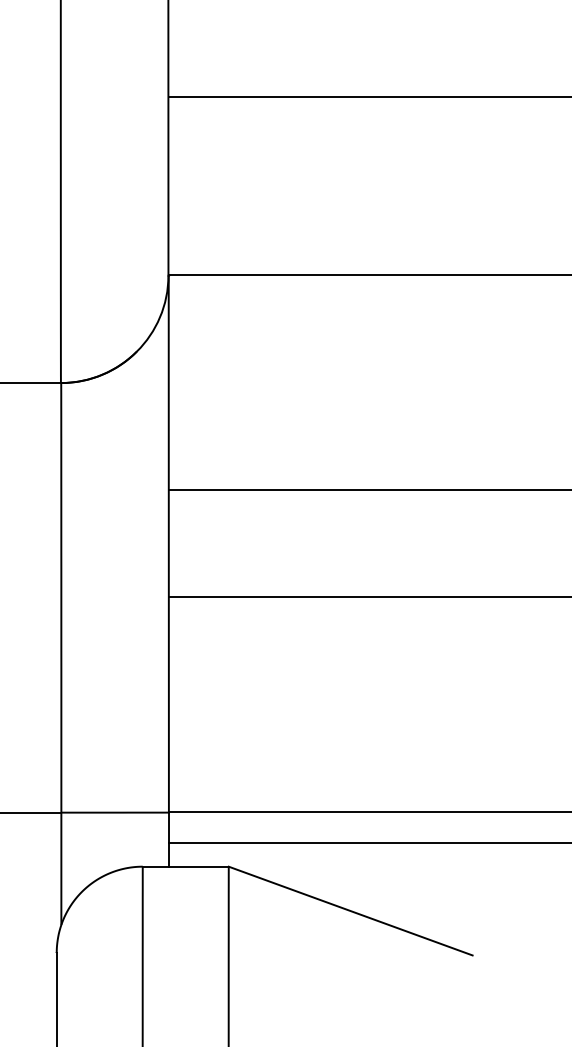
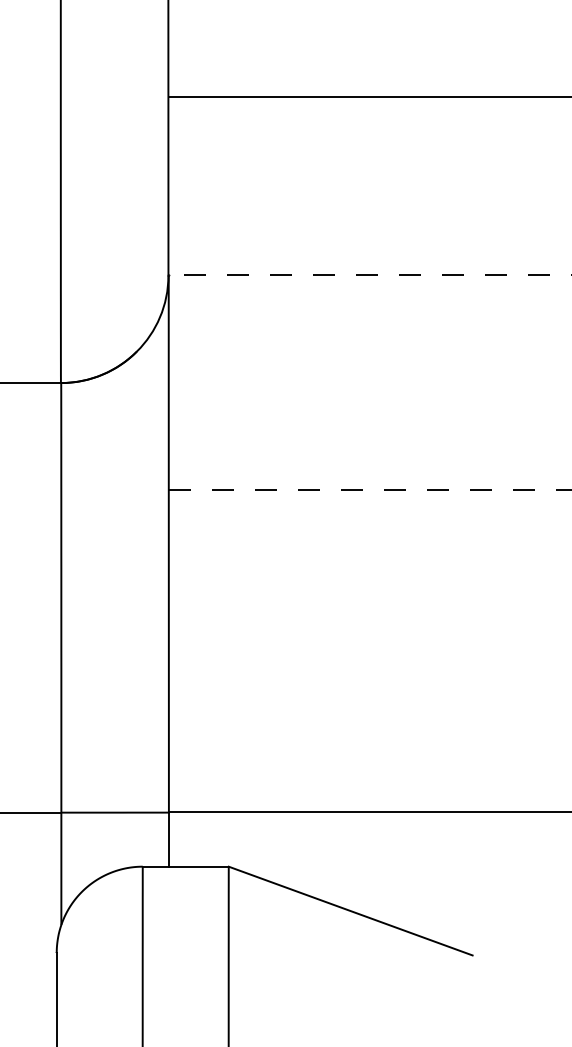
line at (370, 274): solid -> dashed
line at (370, 489): solid -> dashed
line at (368, 597): present -> none
line at (368, 843): present -> none
